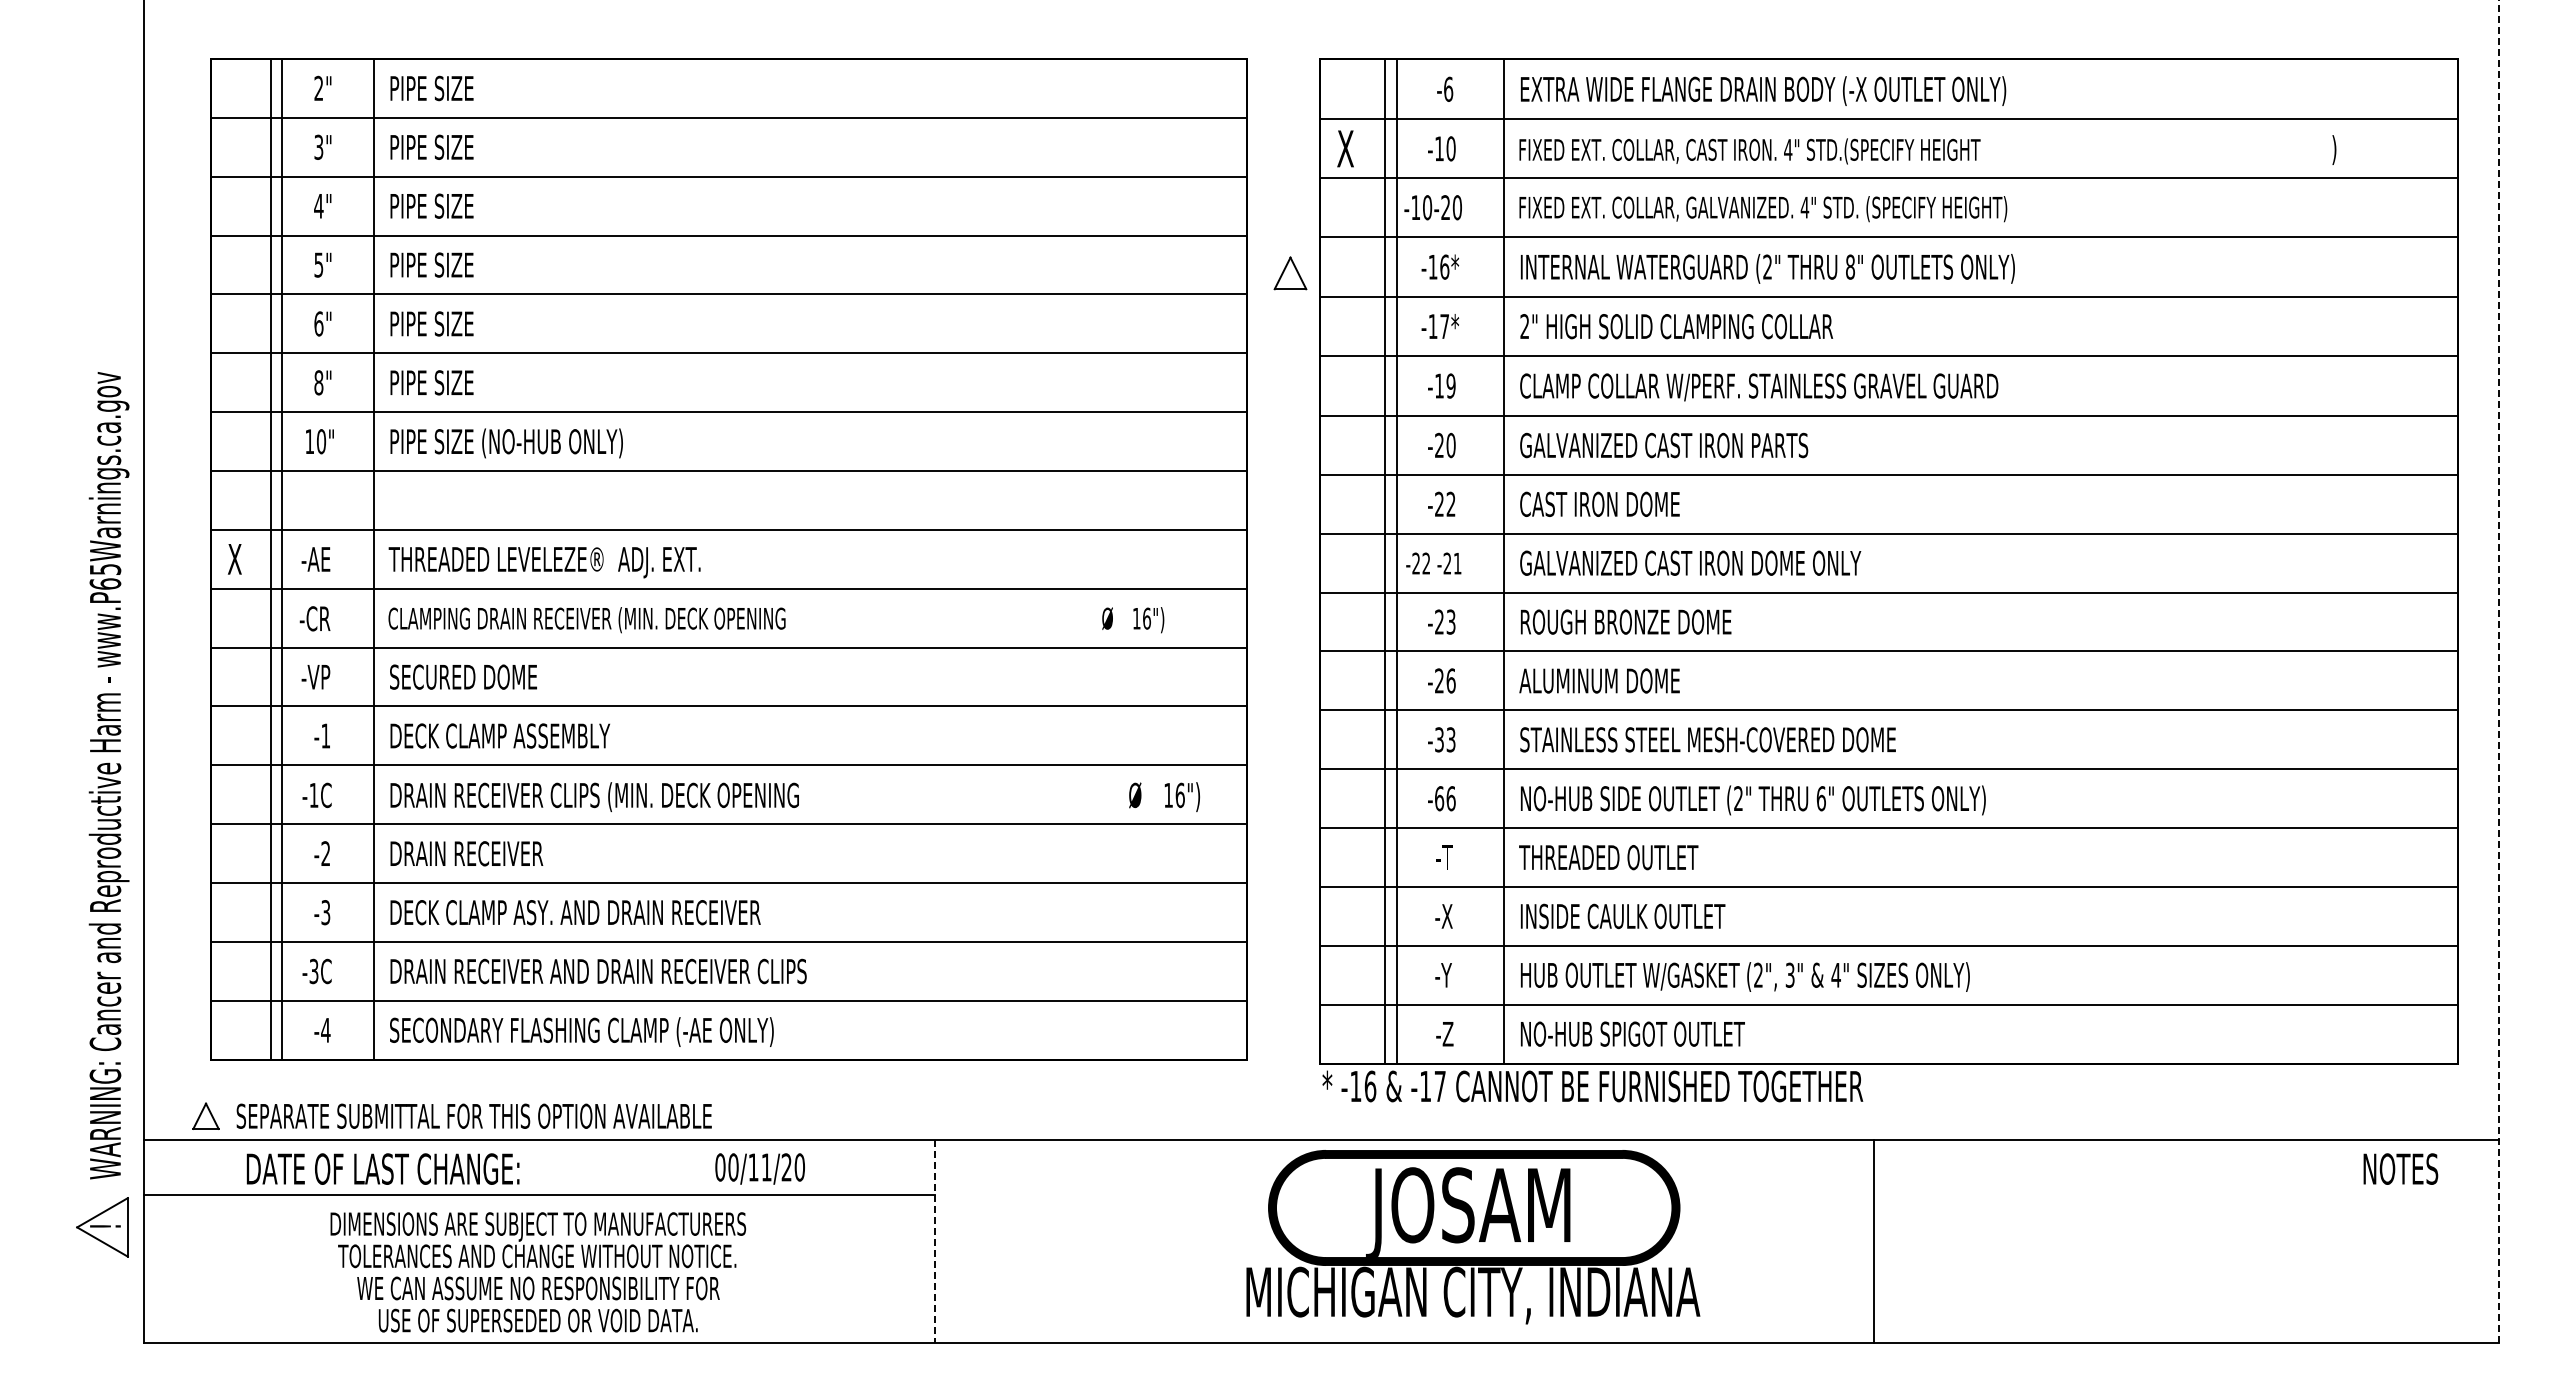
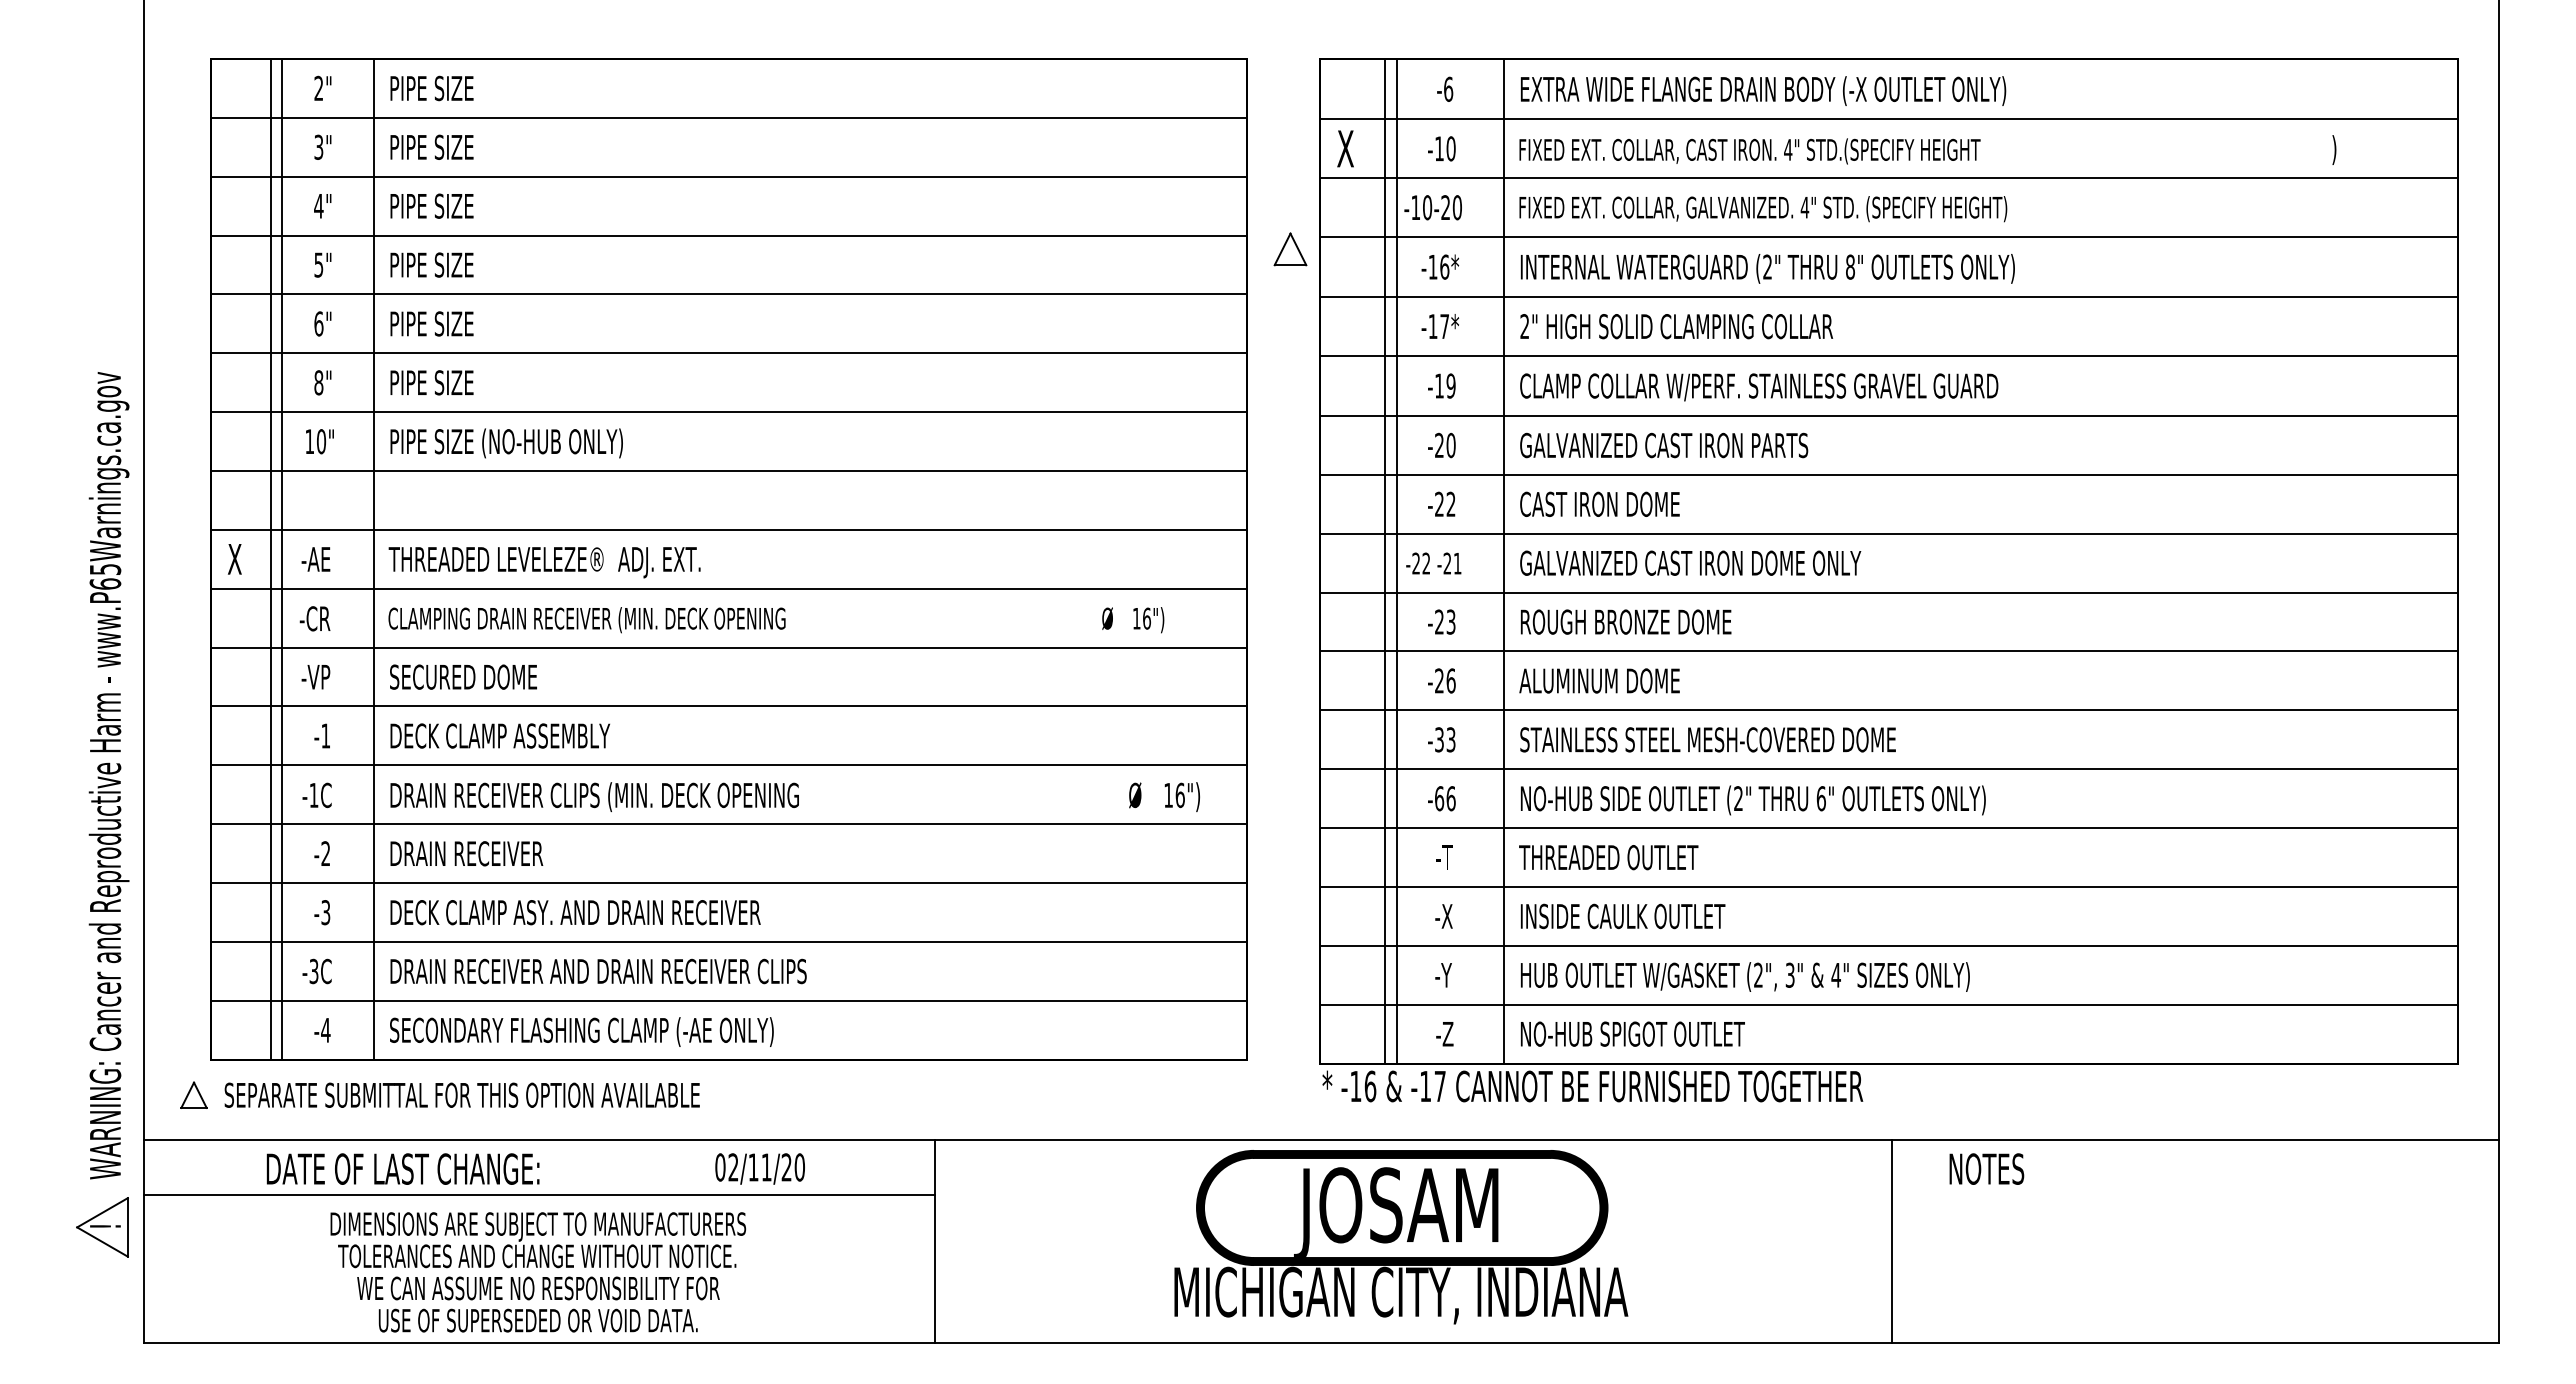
part at (1290, 273) position: (1290, 273) -> (1290, 249)
line at (2498, 671): dashed -> solid
part at (451, 1115) position: (451, 1115) -> (439, 1094)
text at (733, 1167): 00/11/20 -> 02/11/20
text at (382, 1168) position: (382, 1168) -> (402, 1168)
text at (2400, 1168) position: (2400, 1168) -> (1986, 1168)
part at (1473, 1237) position: (1473, 1237) -> (1401, 1237)
line at (935, 1241): dashed -> solid
line at (1873, 1241) position: (1873, 1241) -> (1891, 1241)
